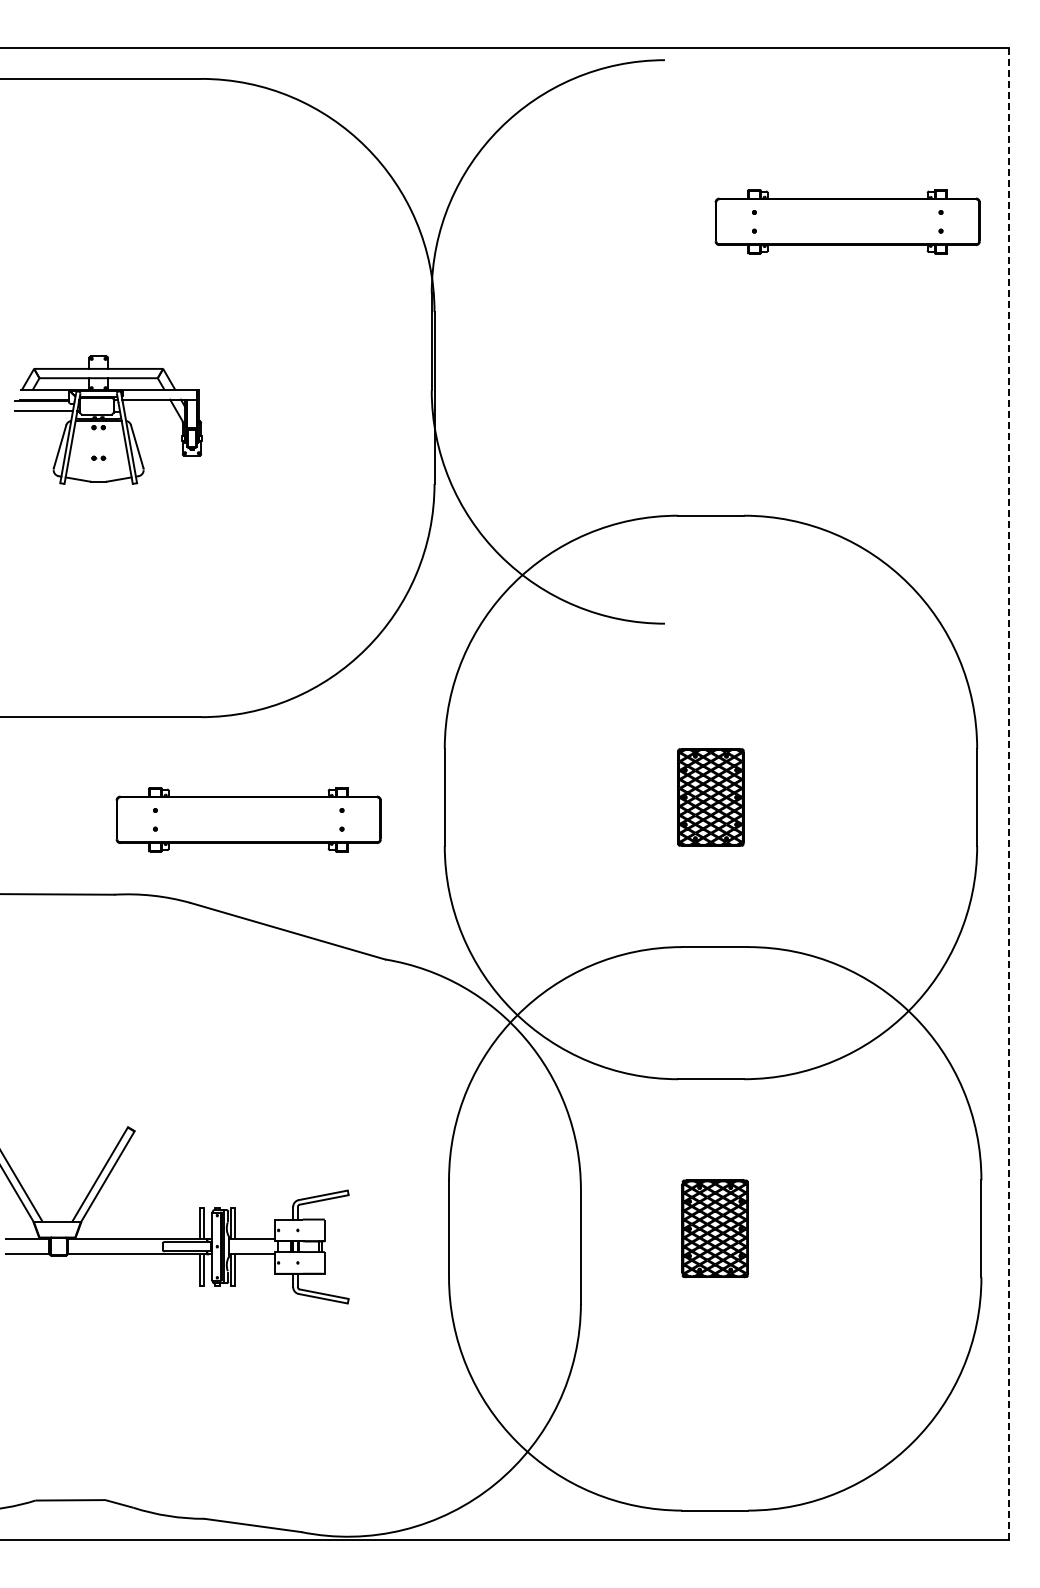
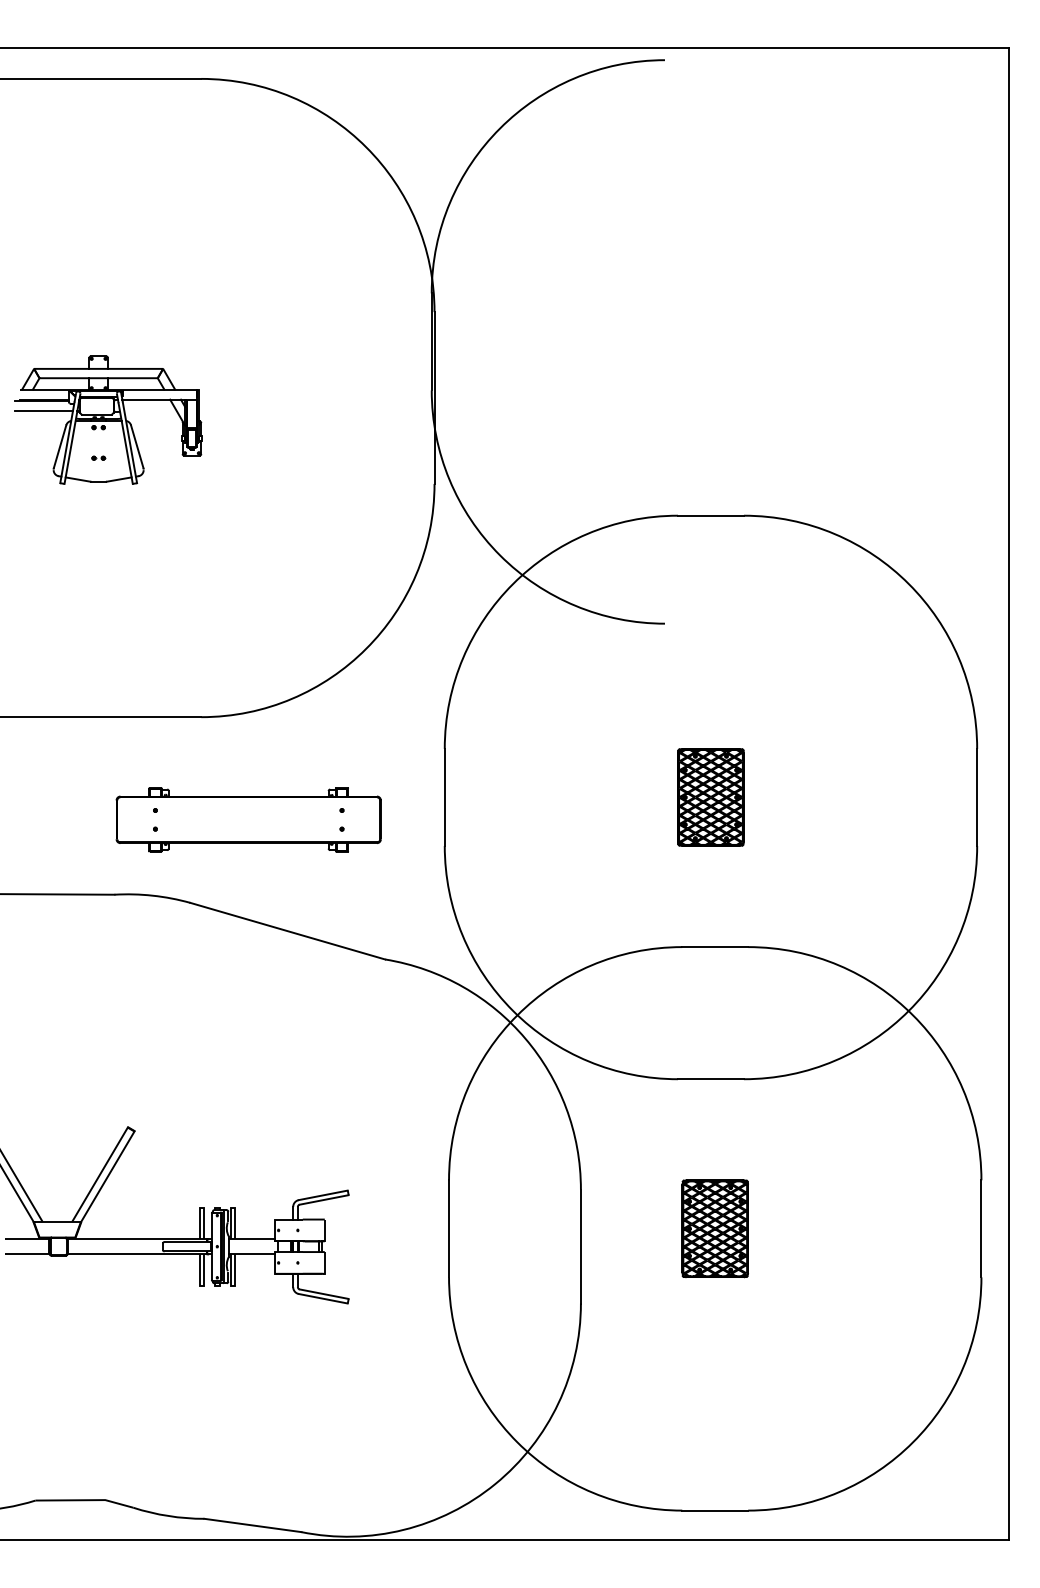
part at (847, 221): present -> none
line at (1008, 794): dashed -> solid
